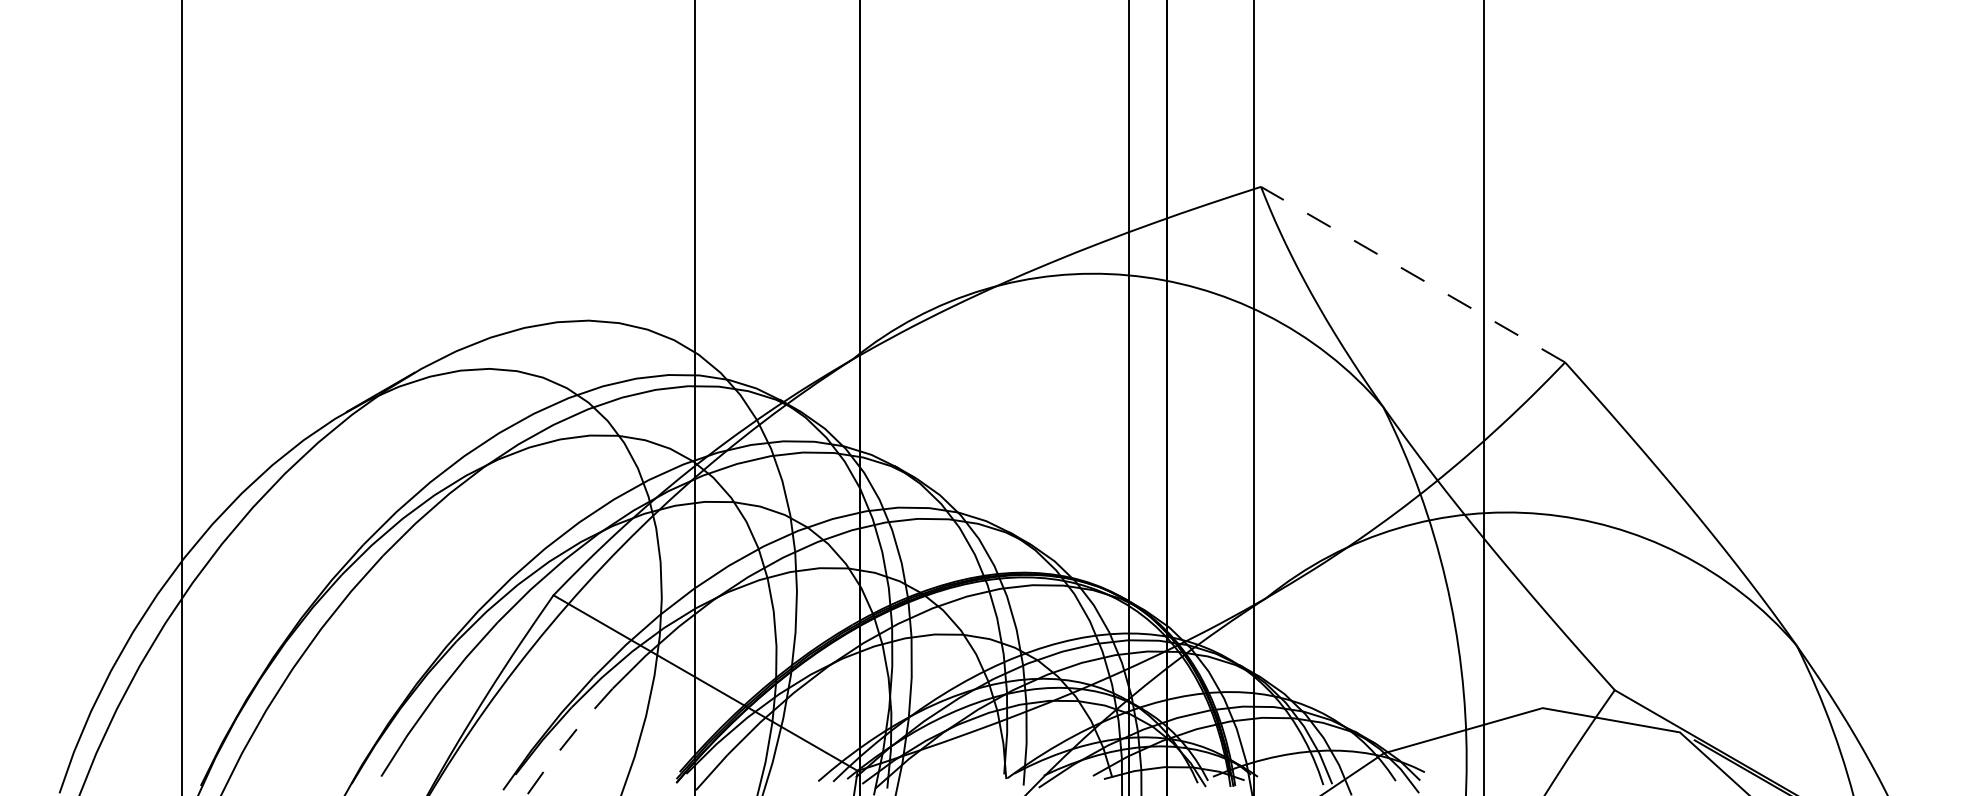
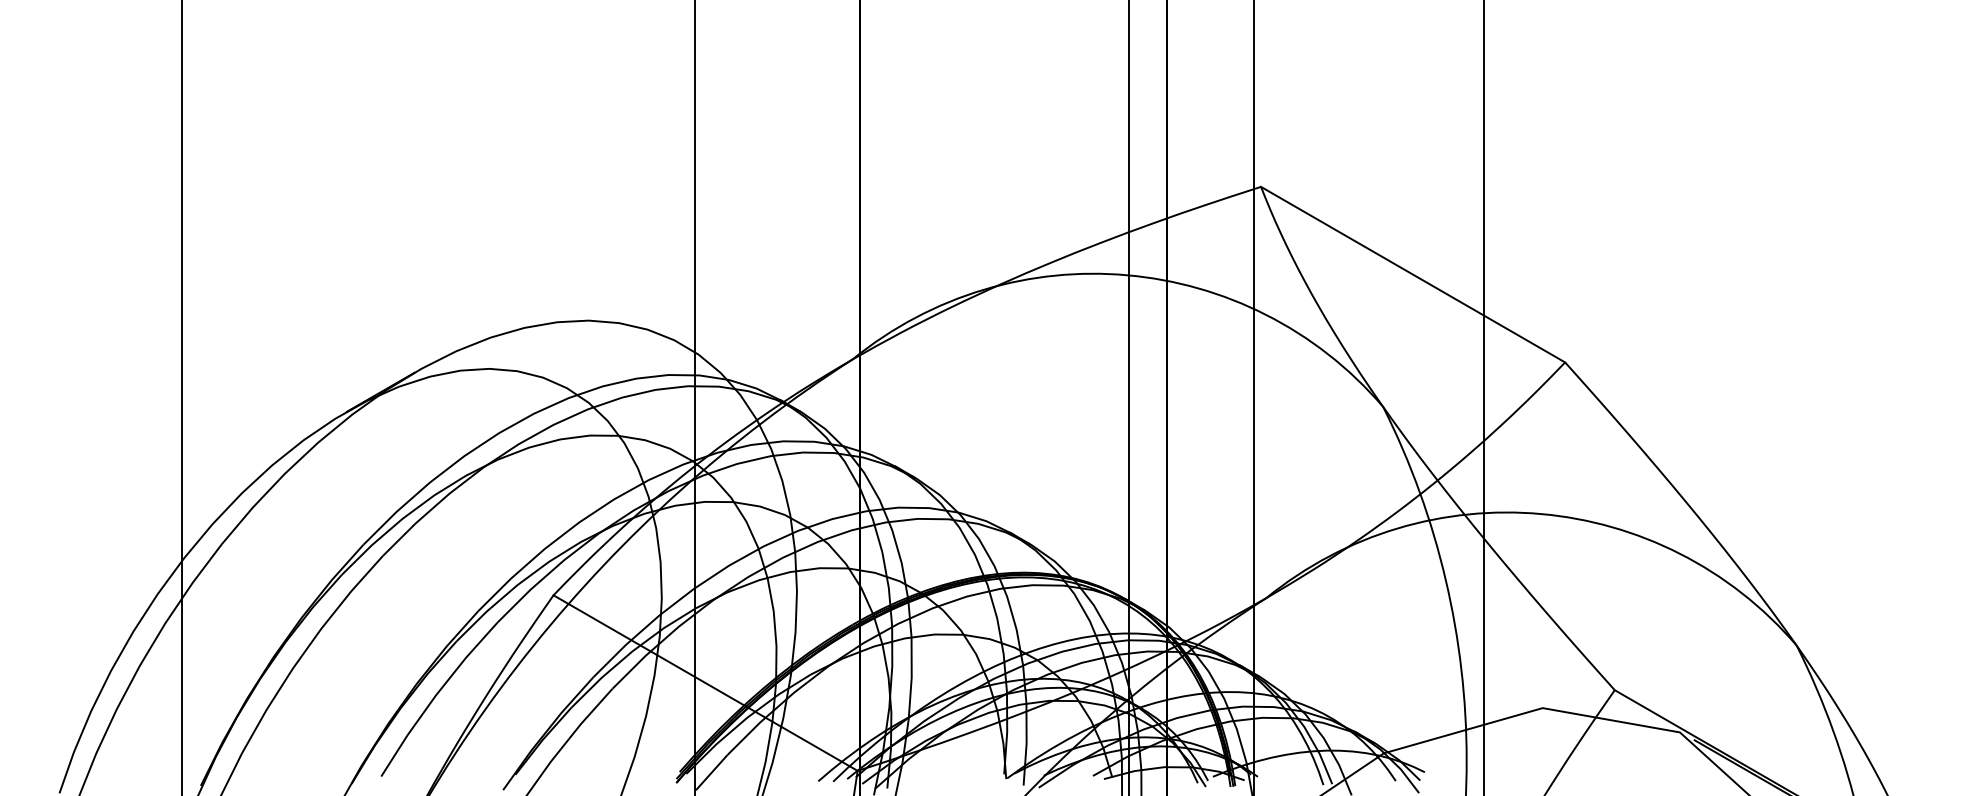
line at (1413, 274): dashed -> solid
line at (567, 740): dashed -> solid
